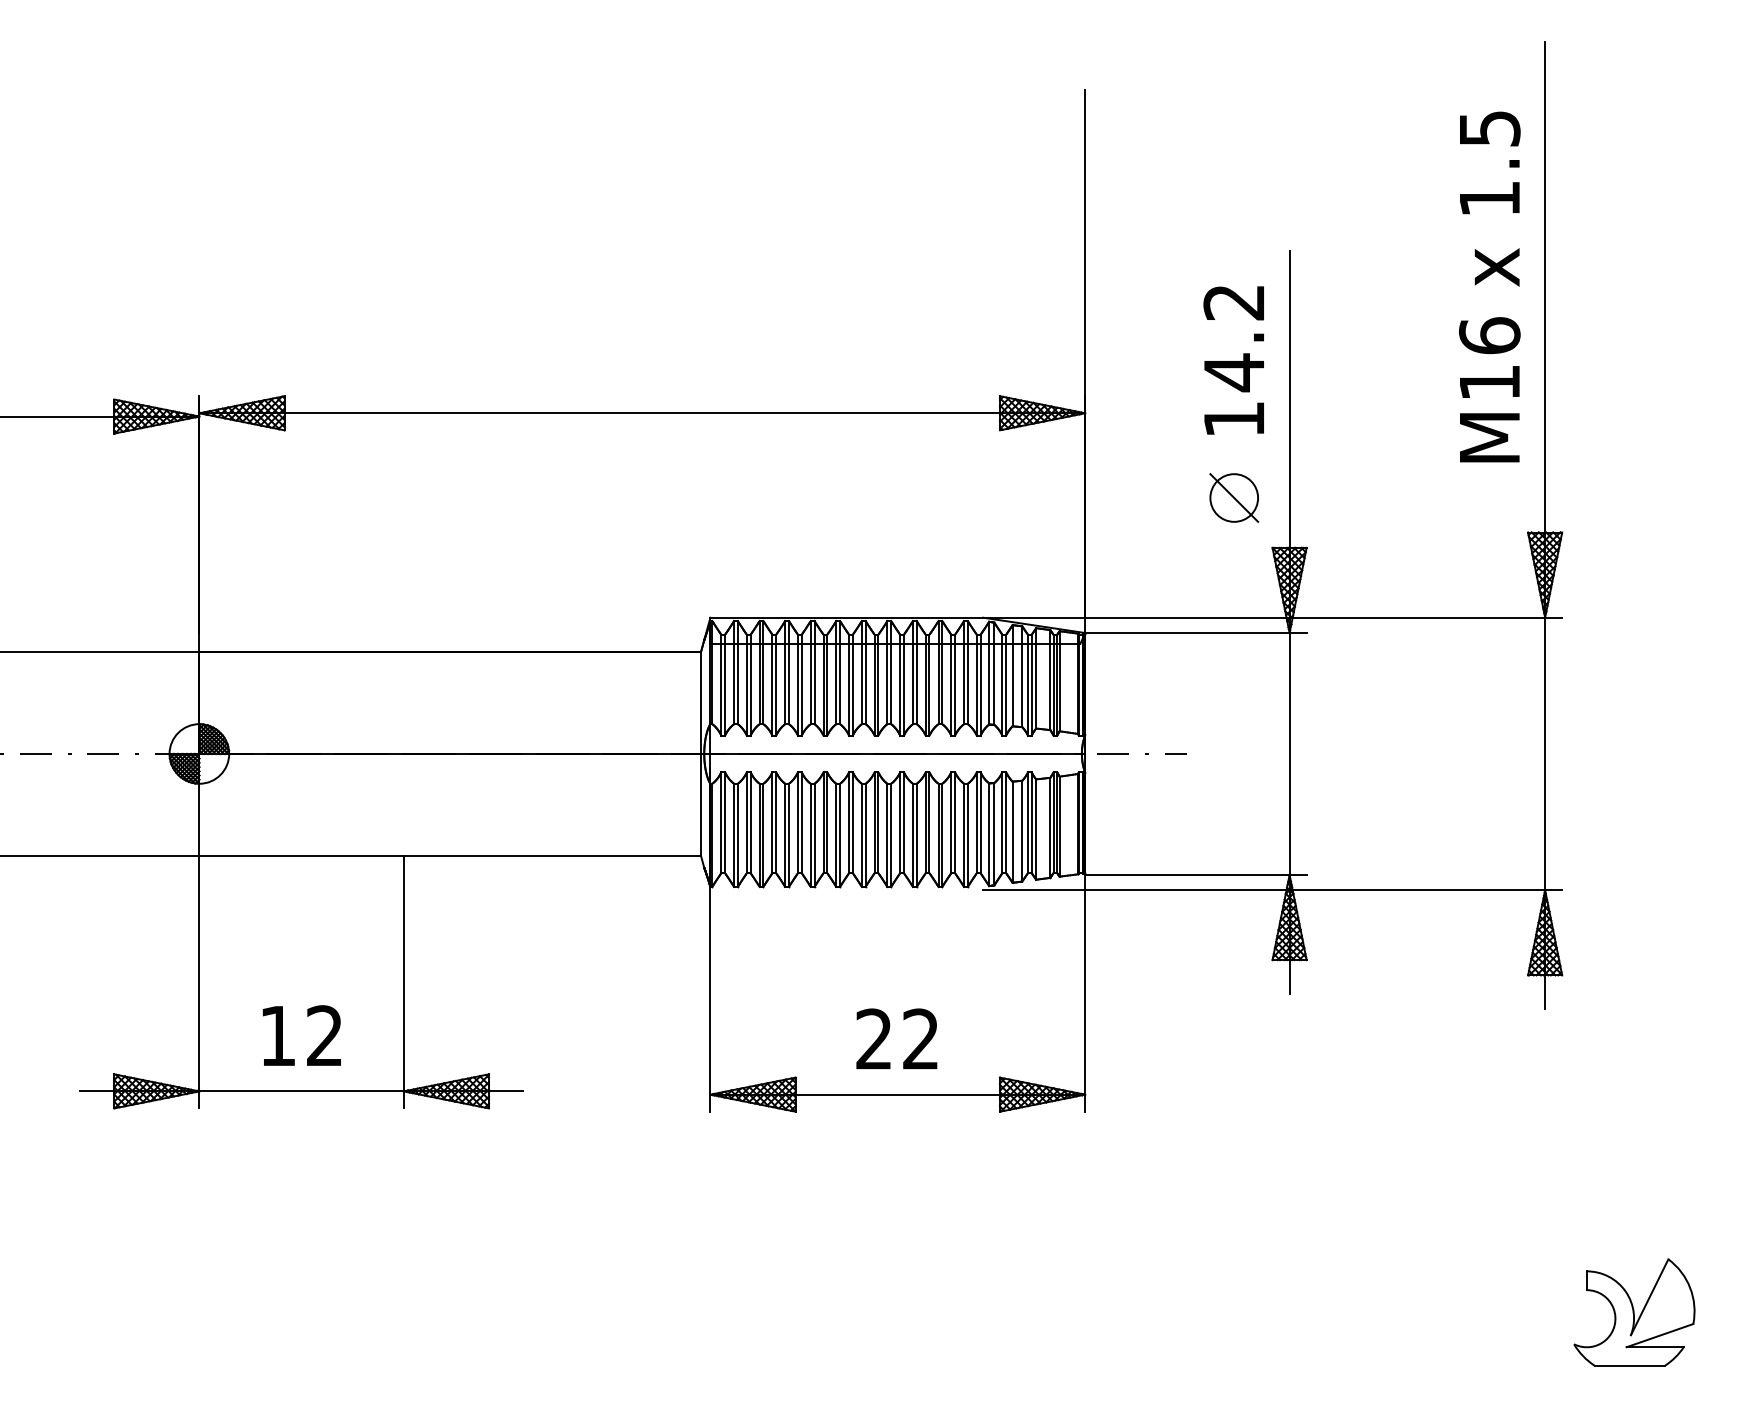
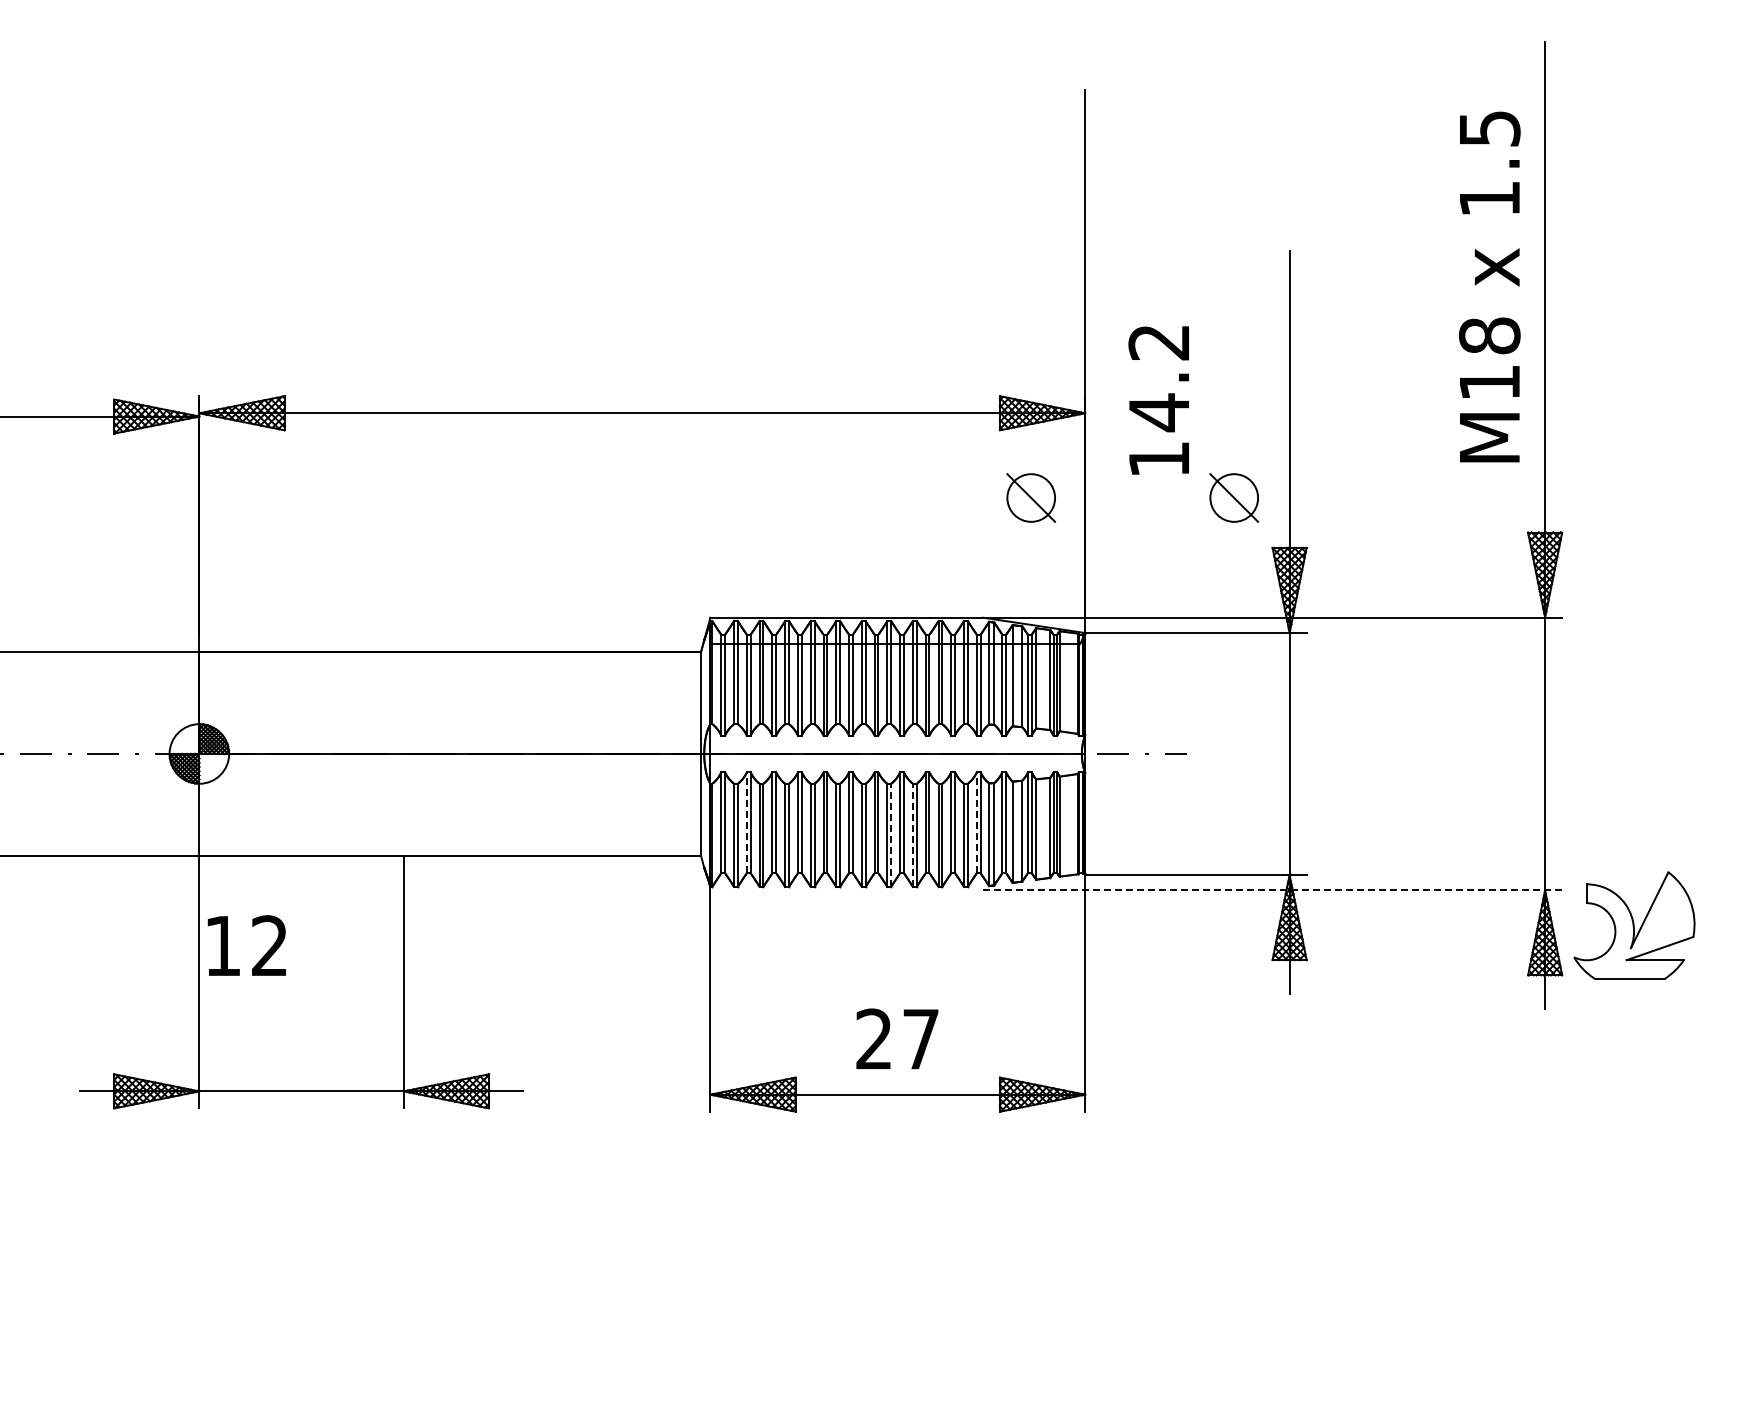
text at (1489, 335): M16 -> M18
text at (1233, 360) position: (1233, 360) -> (1158, 400)
part at (1031, 497): none -> present
line at (746, 822): solid -> dashed
line at (976, 822): solid -> dashed
line at (891, 835): solid -> dashed
line at (912, 835): solid -> dashed
line at (1272, 890): solid -> dashed
text at (301, 1035) position: (301, 1035) -> (246, 945)
text at (920, 1038): 22 -> 27
part at (1634, 1312) position: (1634, 1312) -> (1634, 925)
